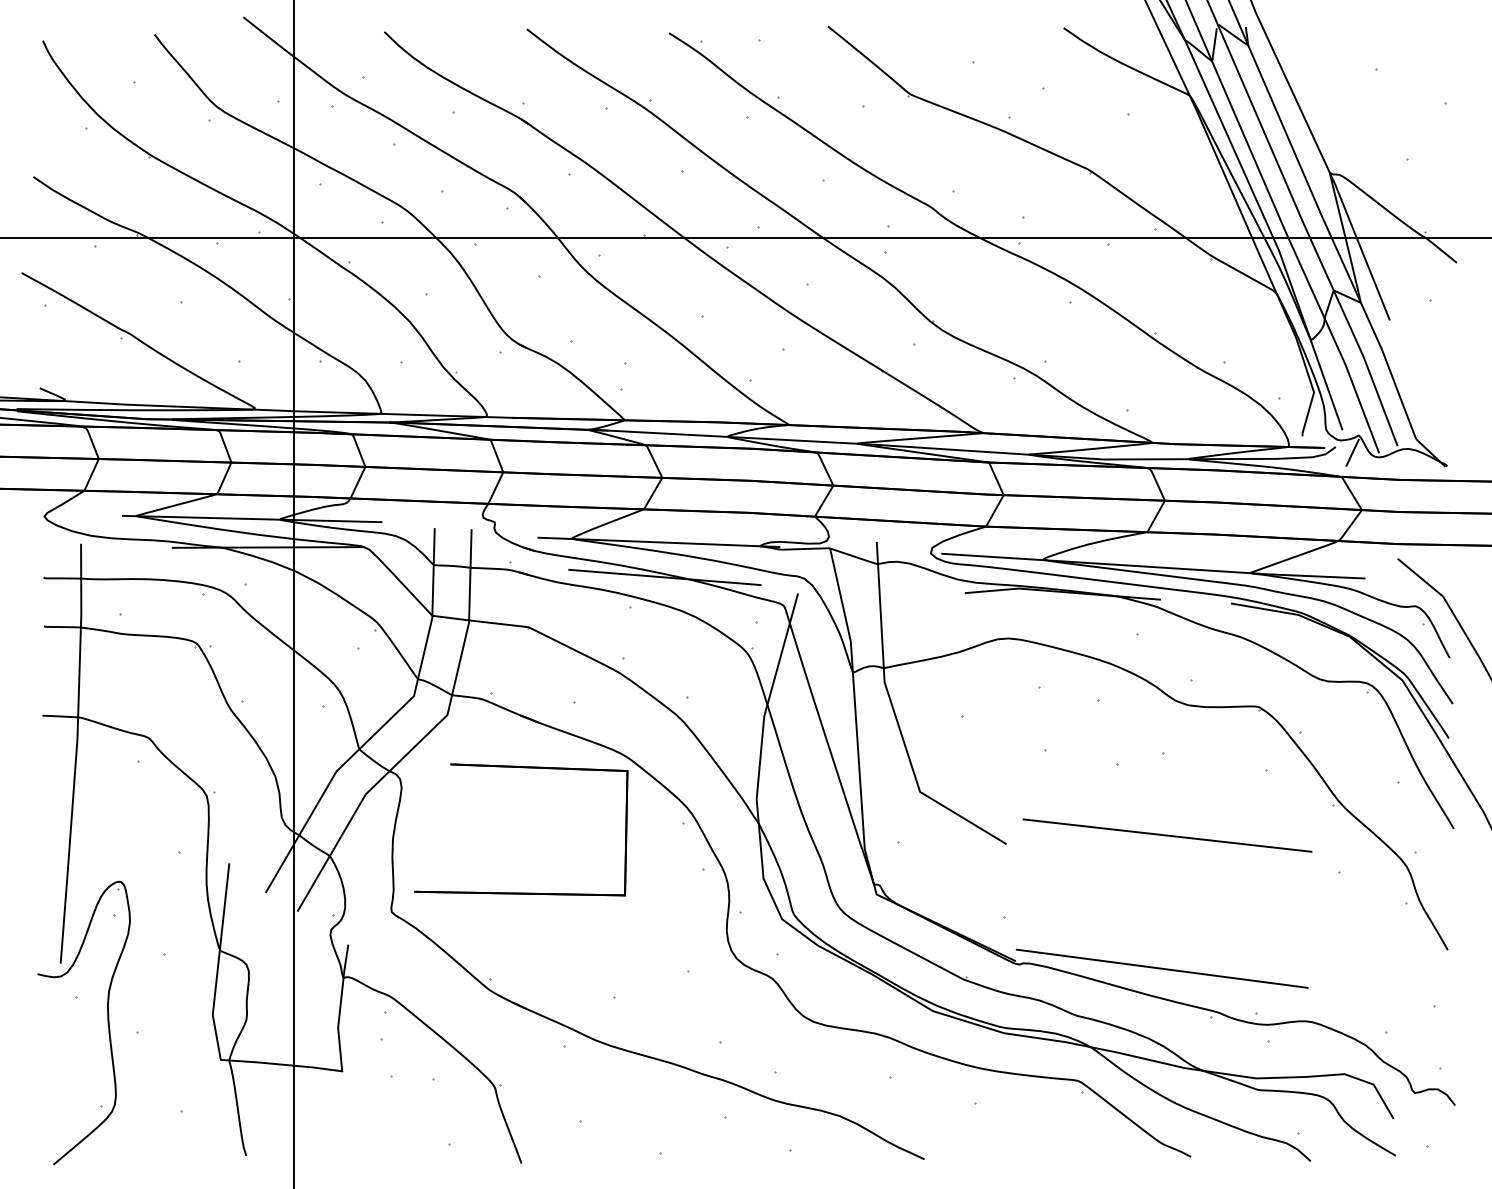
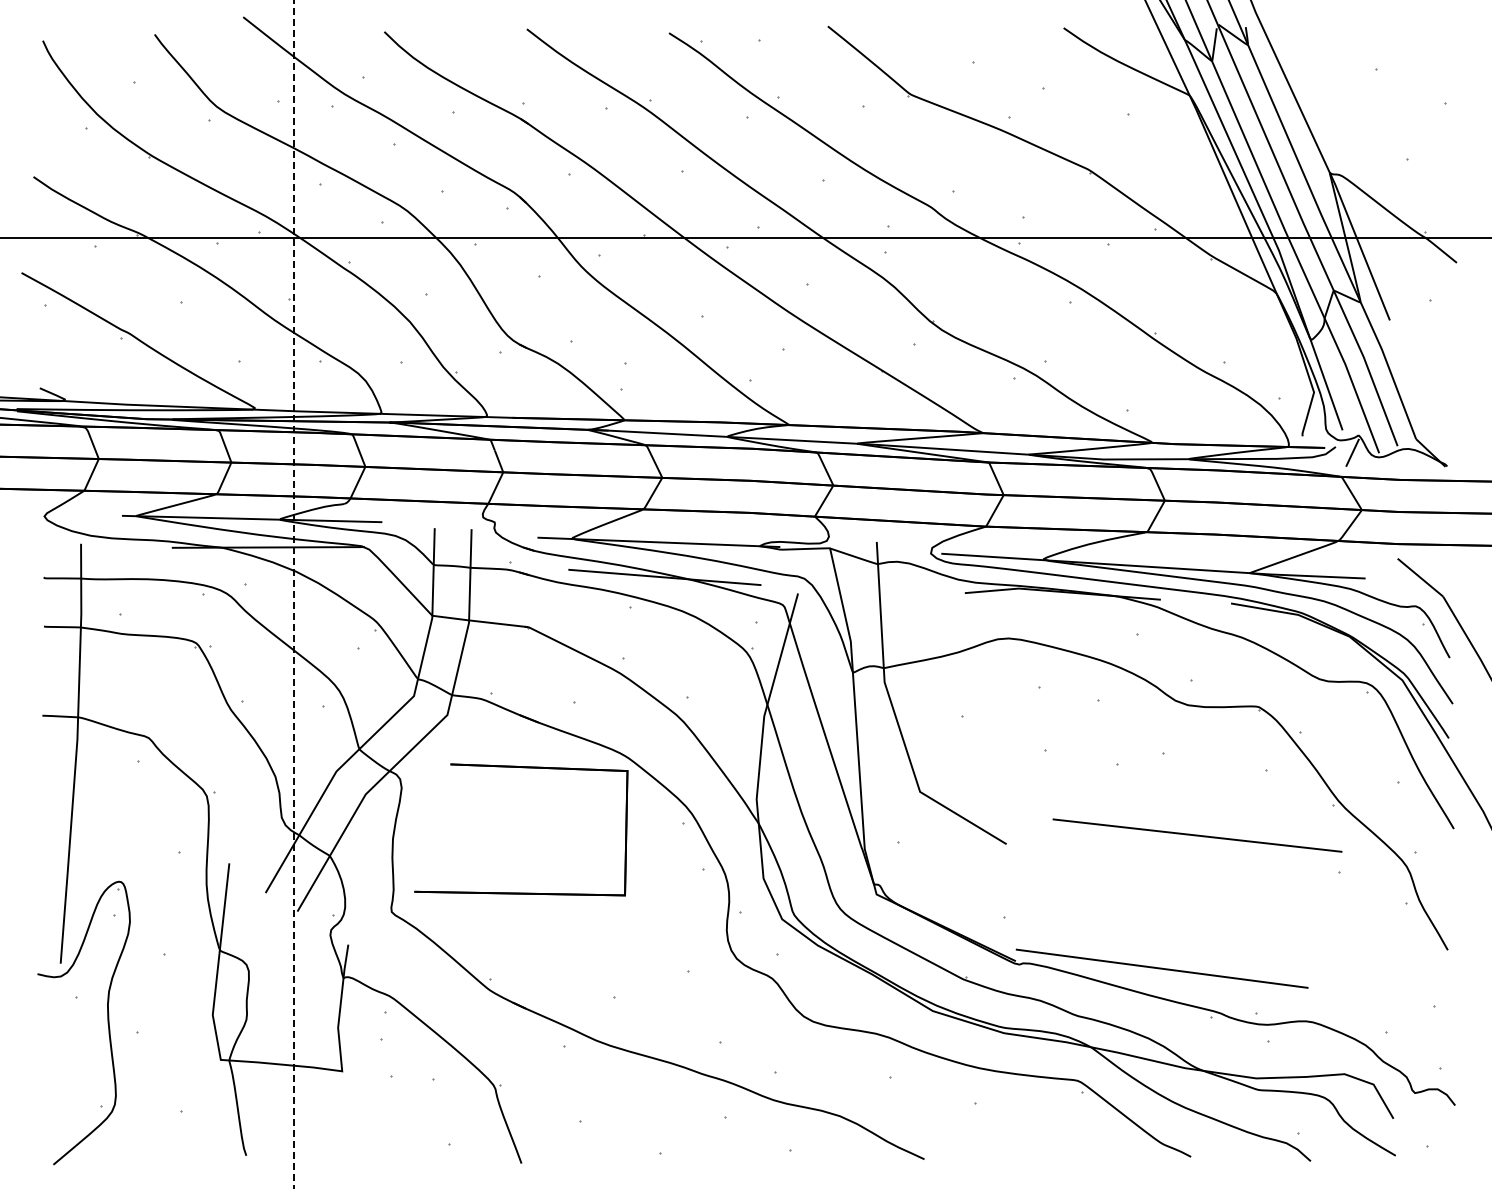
line at (293, 595): solid -> dashed
line at (1167, 835) position: (1167, 835) -> (1197, 835)
